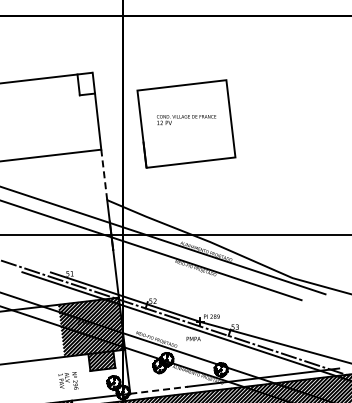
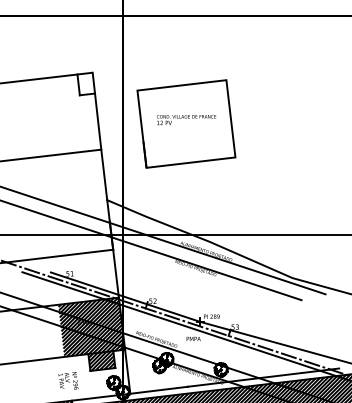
line at (104, 174): dashed -> solid
line at (57, 255): none -> present
line at (159, 390): dashed -> solid
